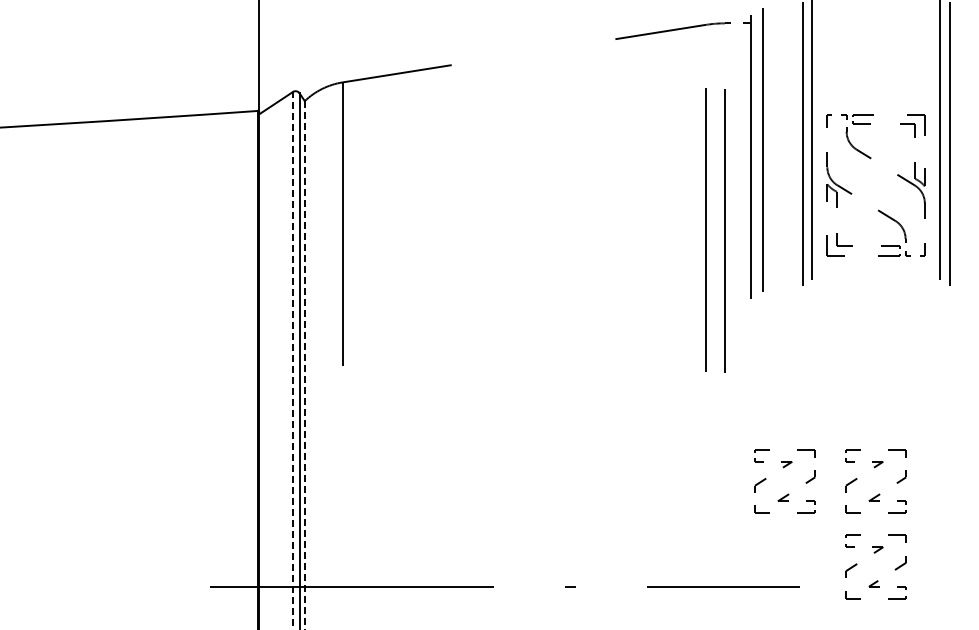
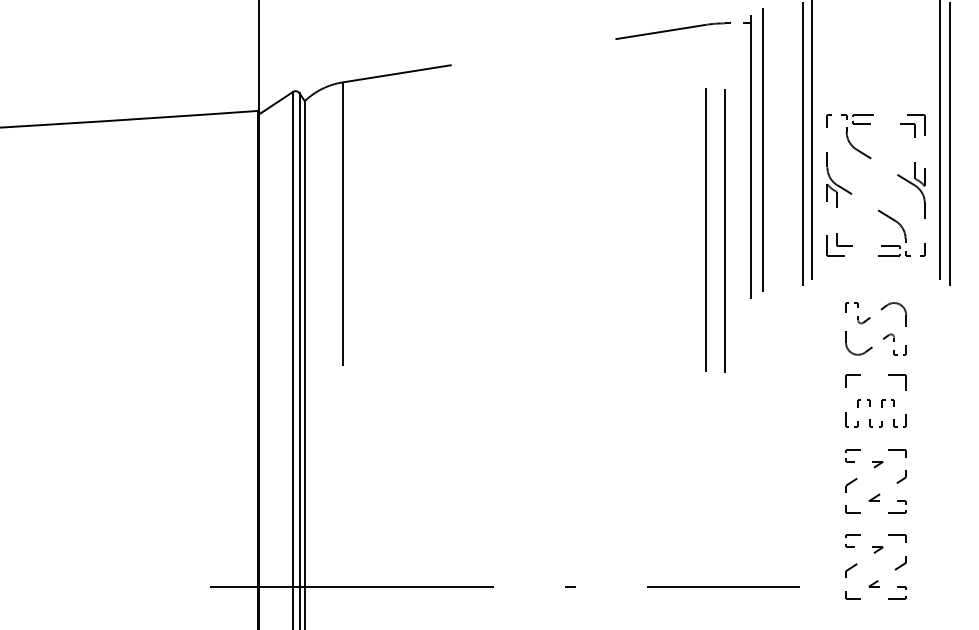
part at (868, 320): none -> present
line at (293, 360): dashed -> solid
line at (304, 365): dashed -> solid
part at (875, 400): none -> present
part at (788, 493): present -> none
